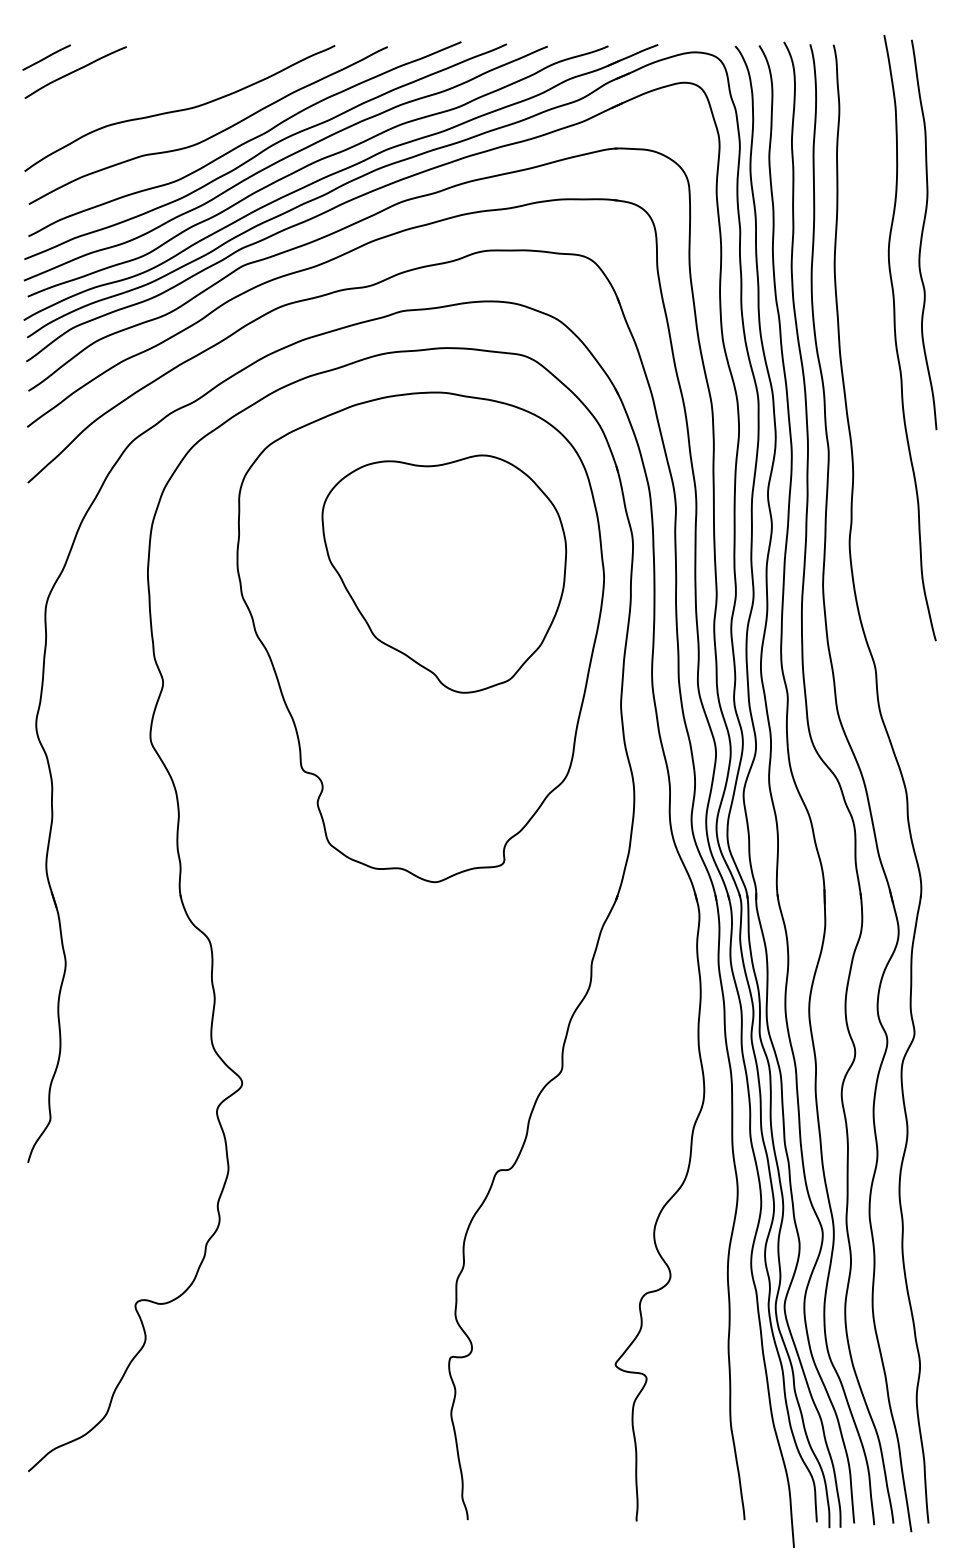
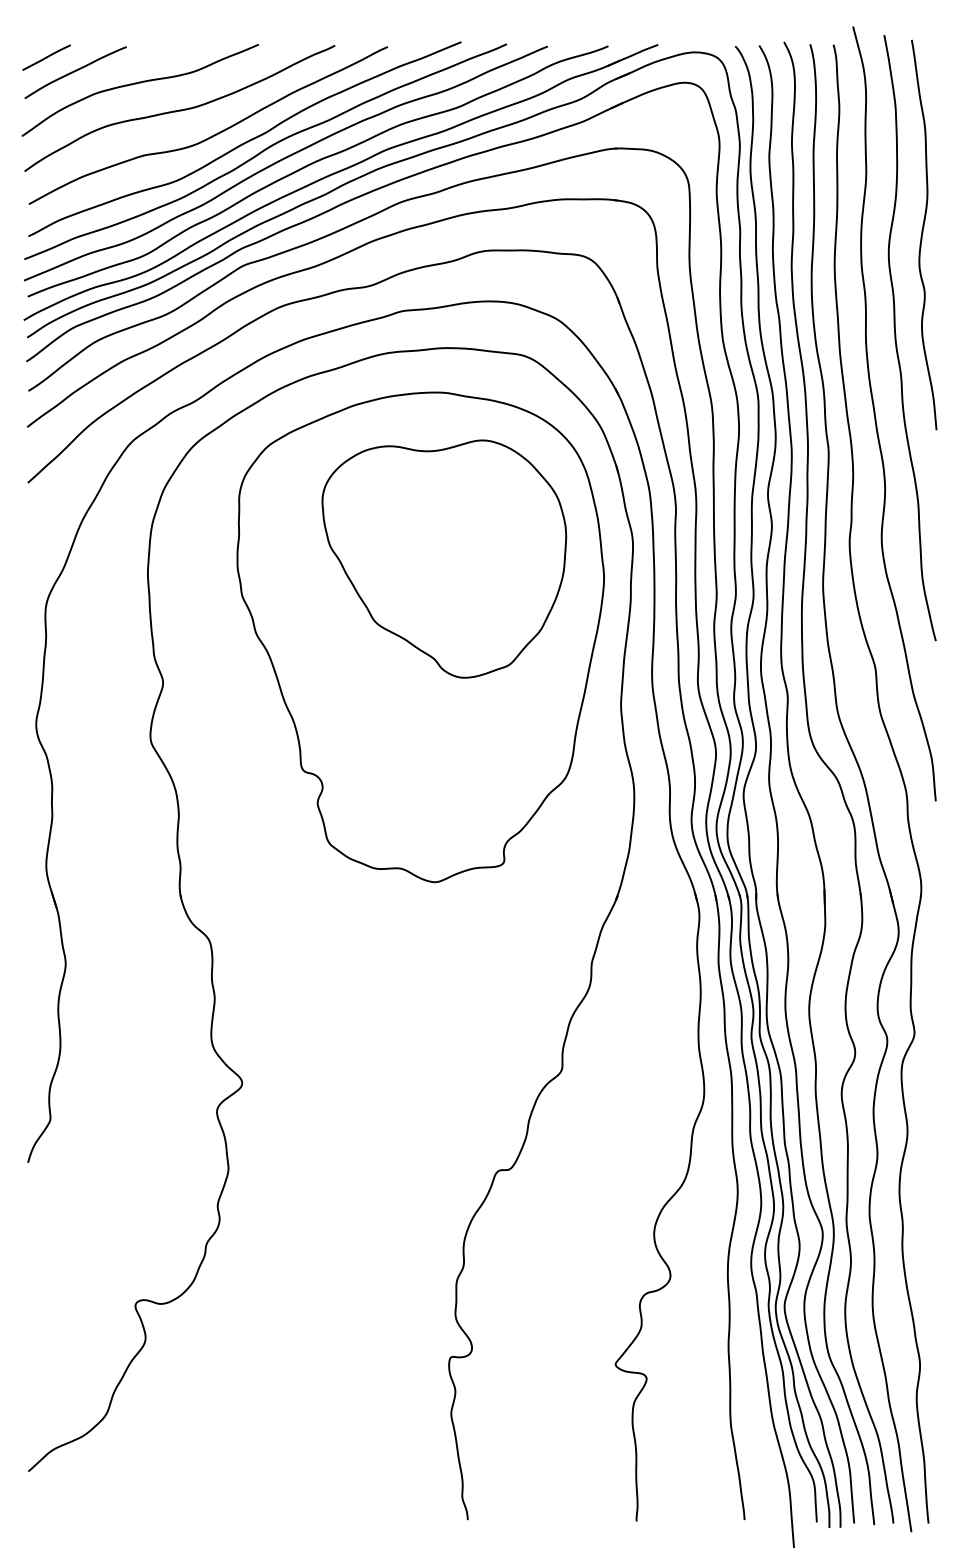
curve at (136, 84): none -> present
curve at (876, 417): none -> present
part at (444, 573) position: (444, 573) -> (444, 558)
